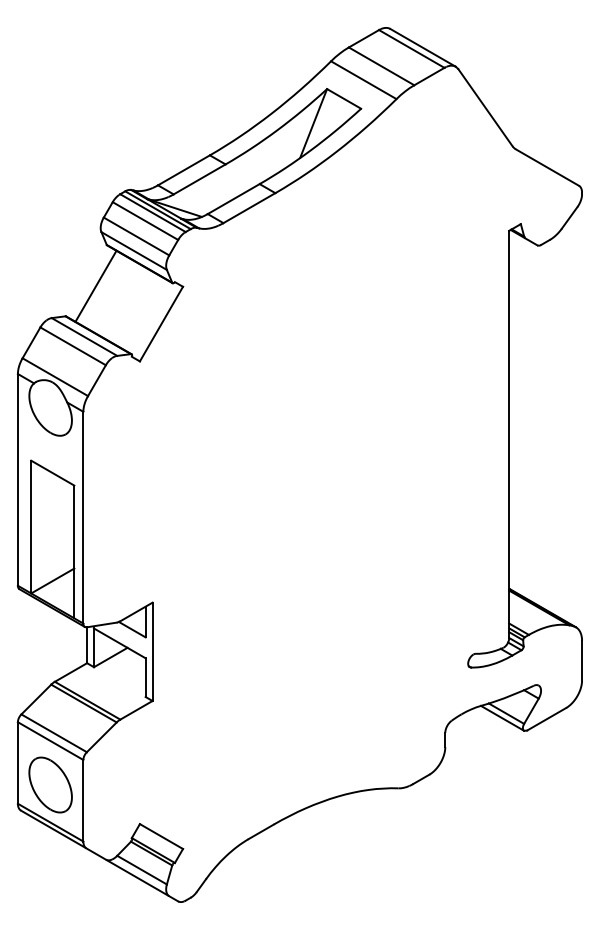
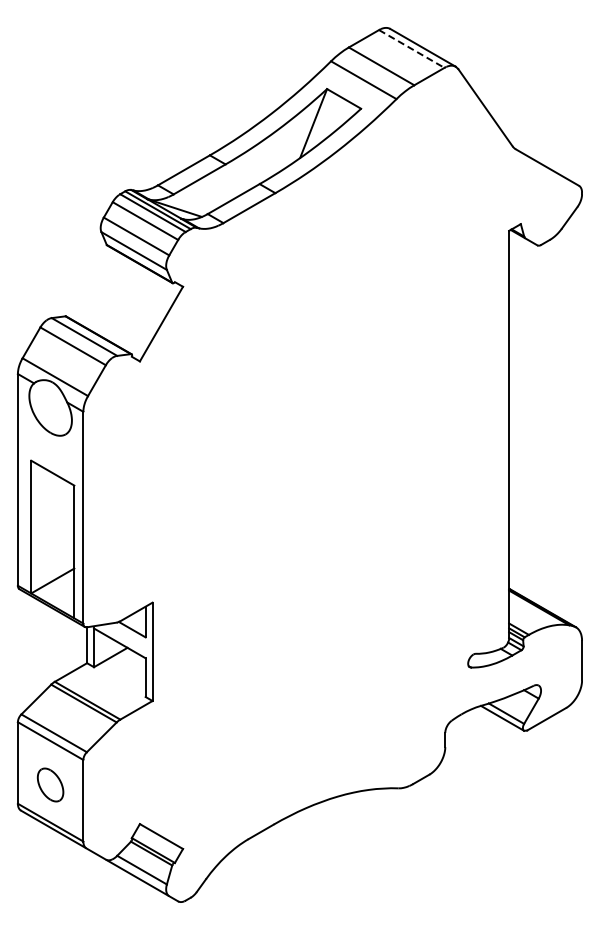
line at (411, 48): solid -> dashed
line at (95, 285): present -> none
part at (50, 784) size: 45x58 px -> 29x36 px
